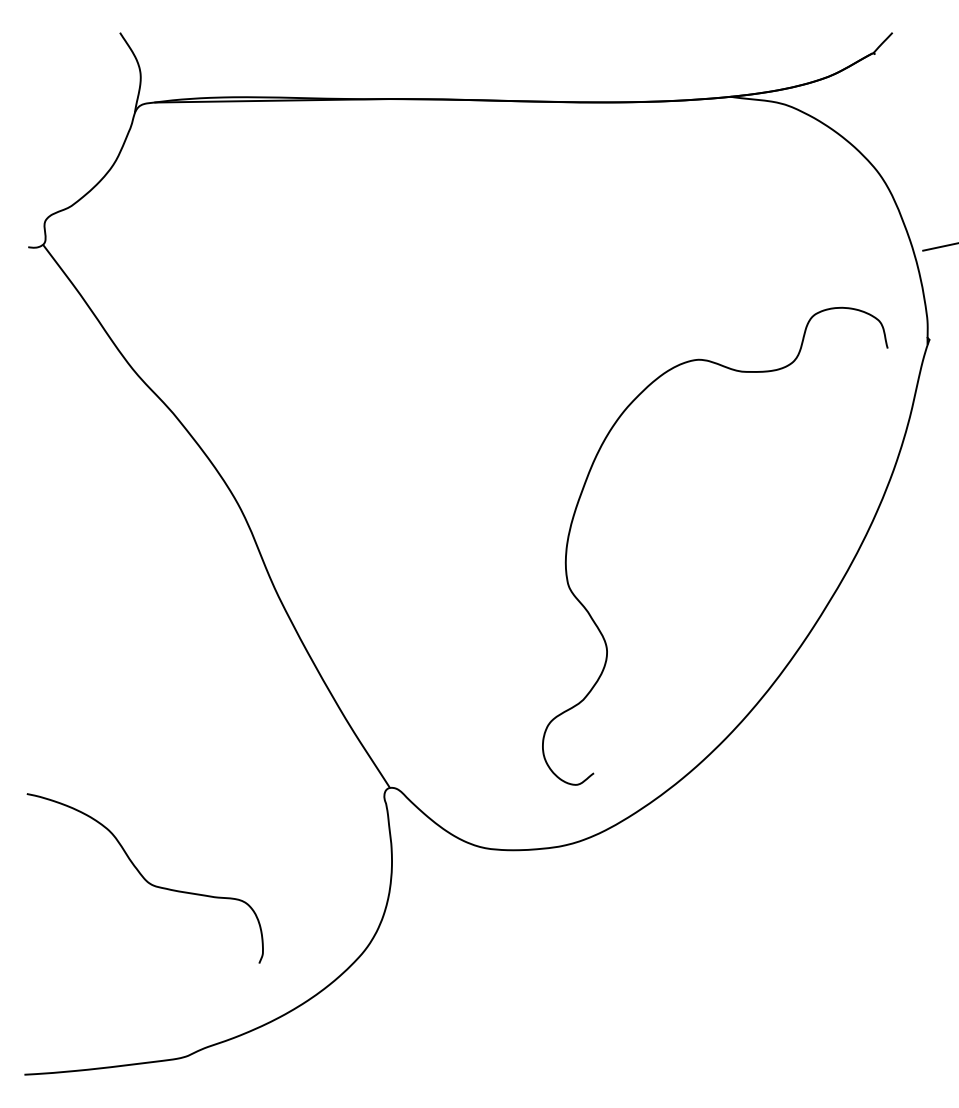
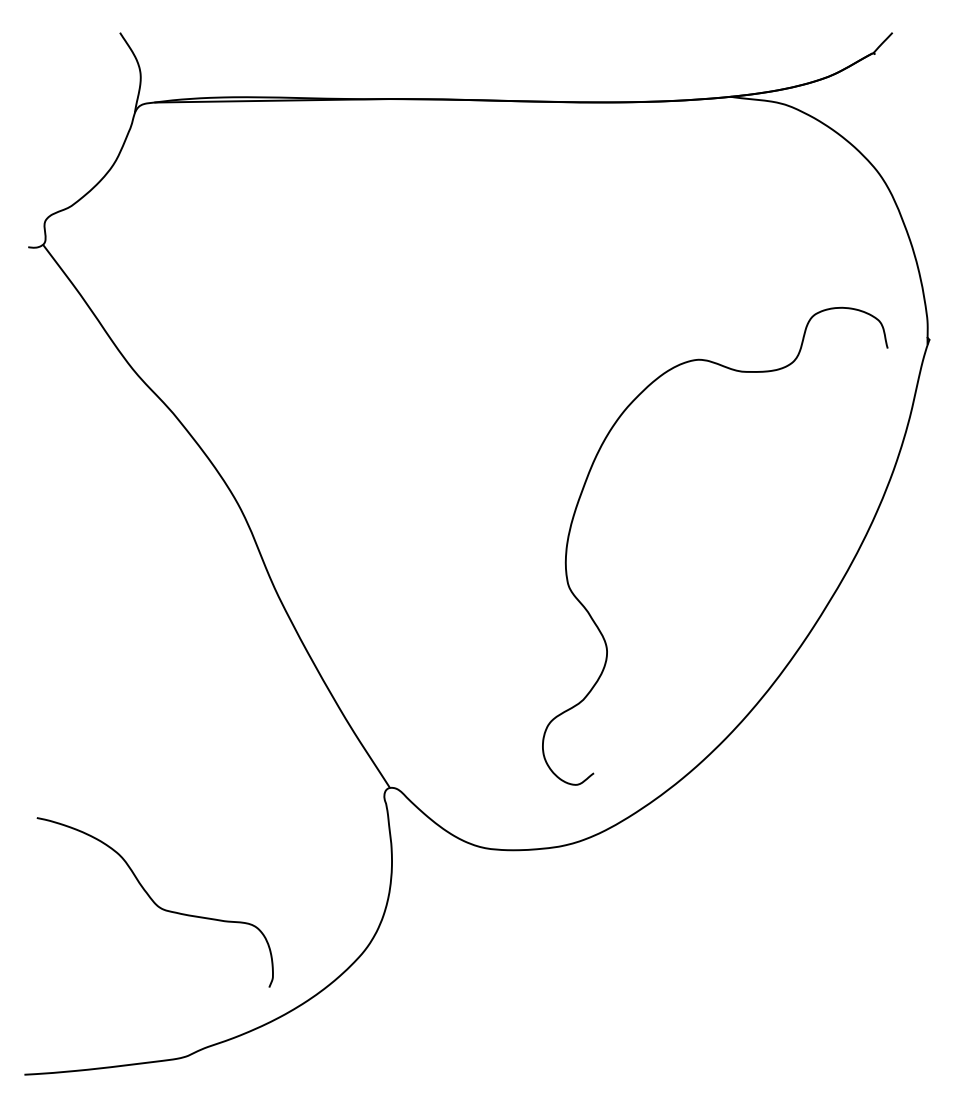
line at (939, 246): present -> none
curve at (144, 878) position: (144, 878) -> (154, 902)
